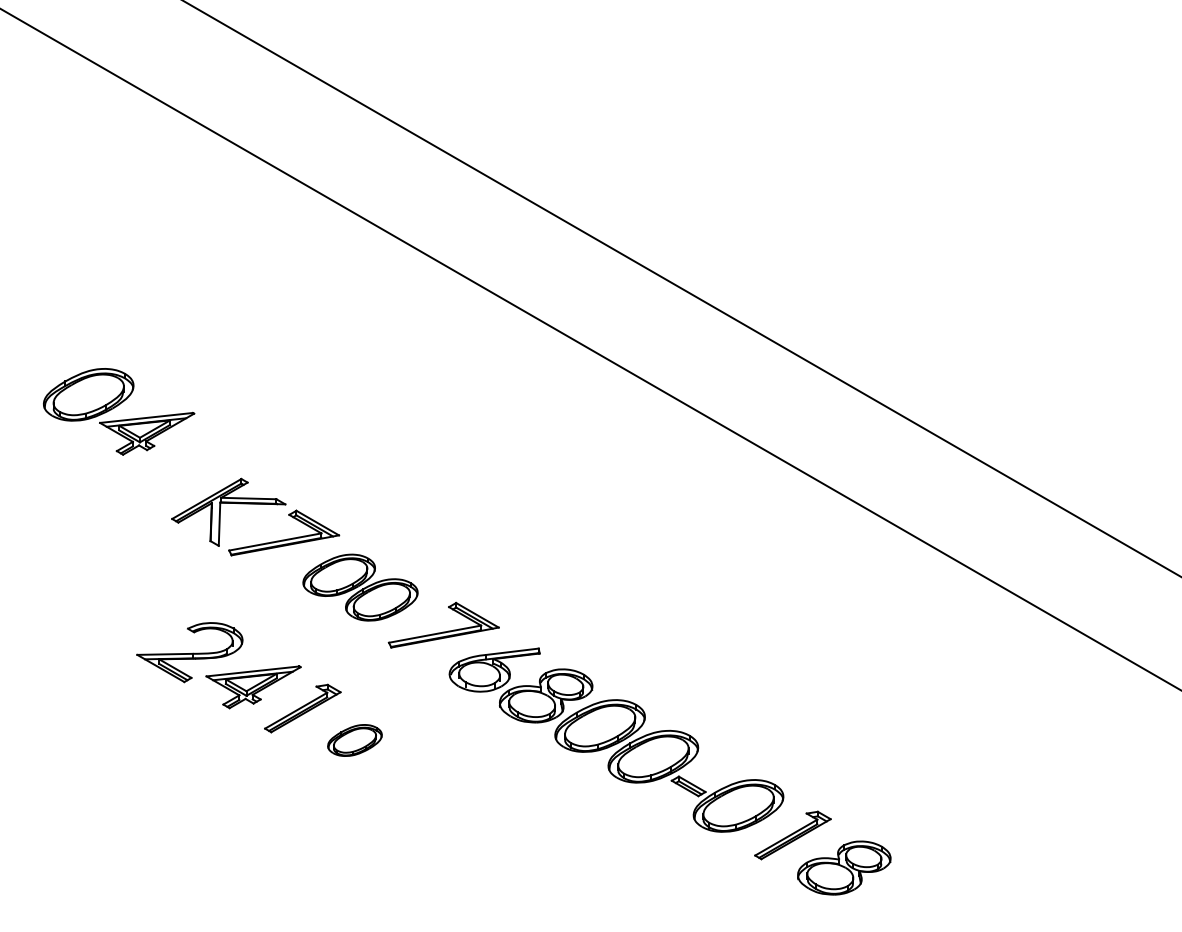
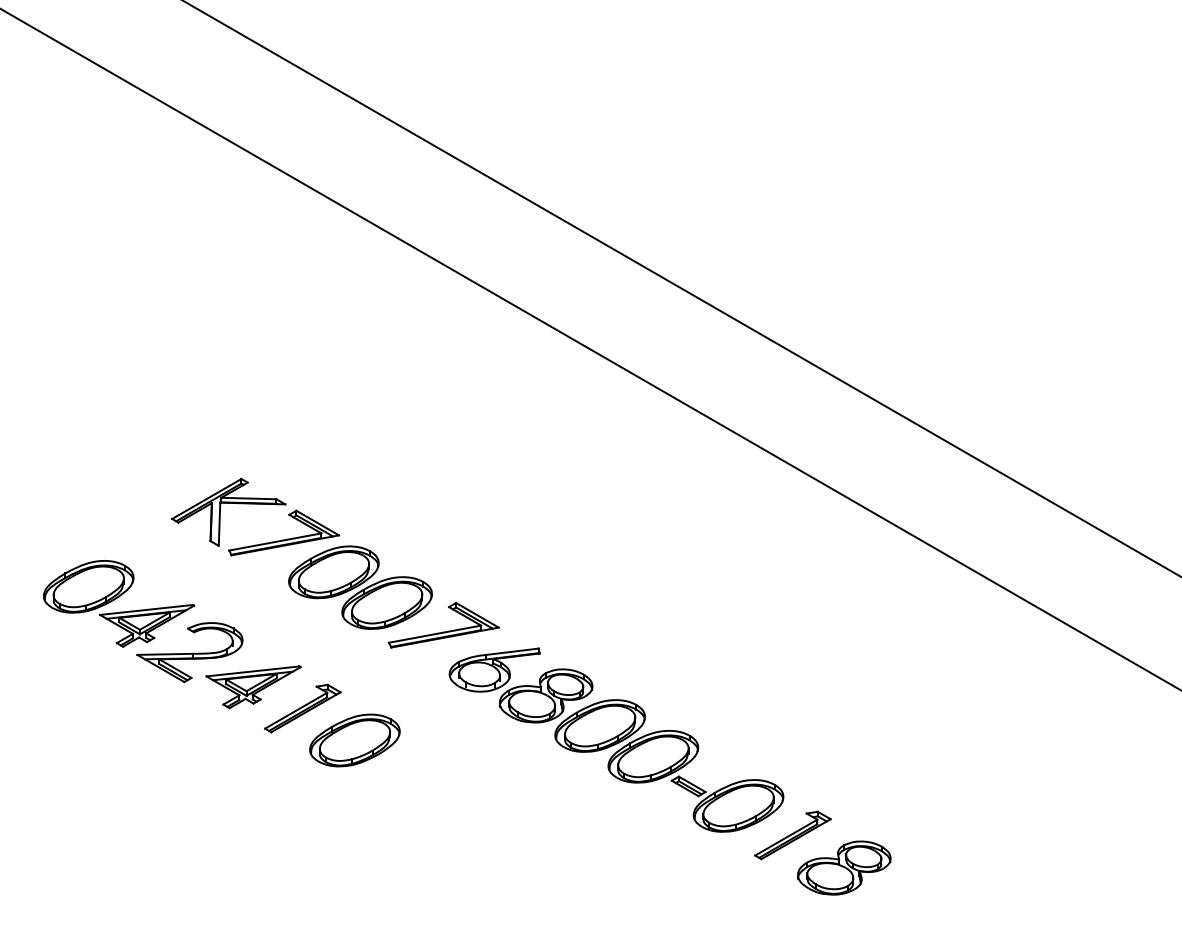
part at (119, 411) position: (119, 411) -> (119, 603)
part at (360, 587) size: 117x69 px -> 145x85 px
part at (354, 740) size: 56x33 px -> 92x55 px
